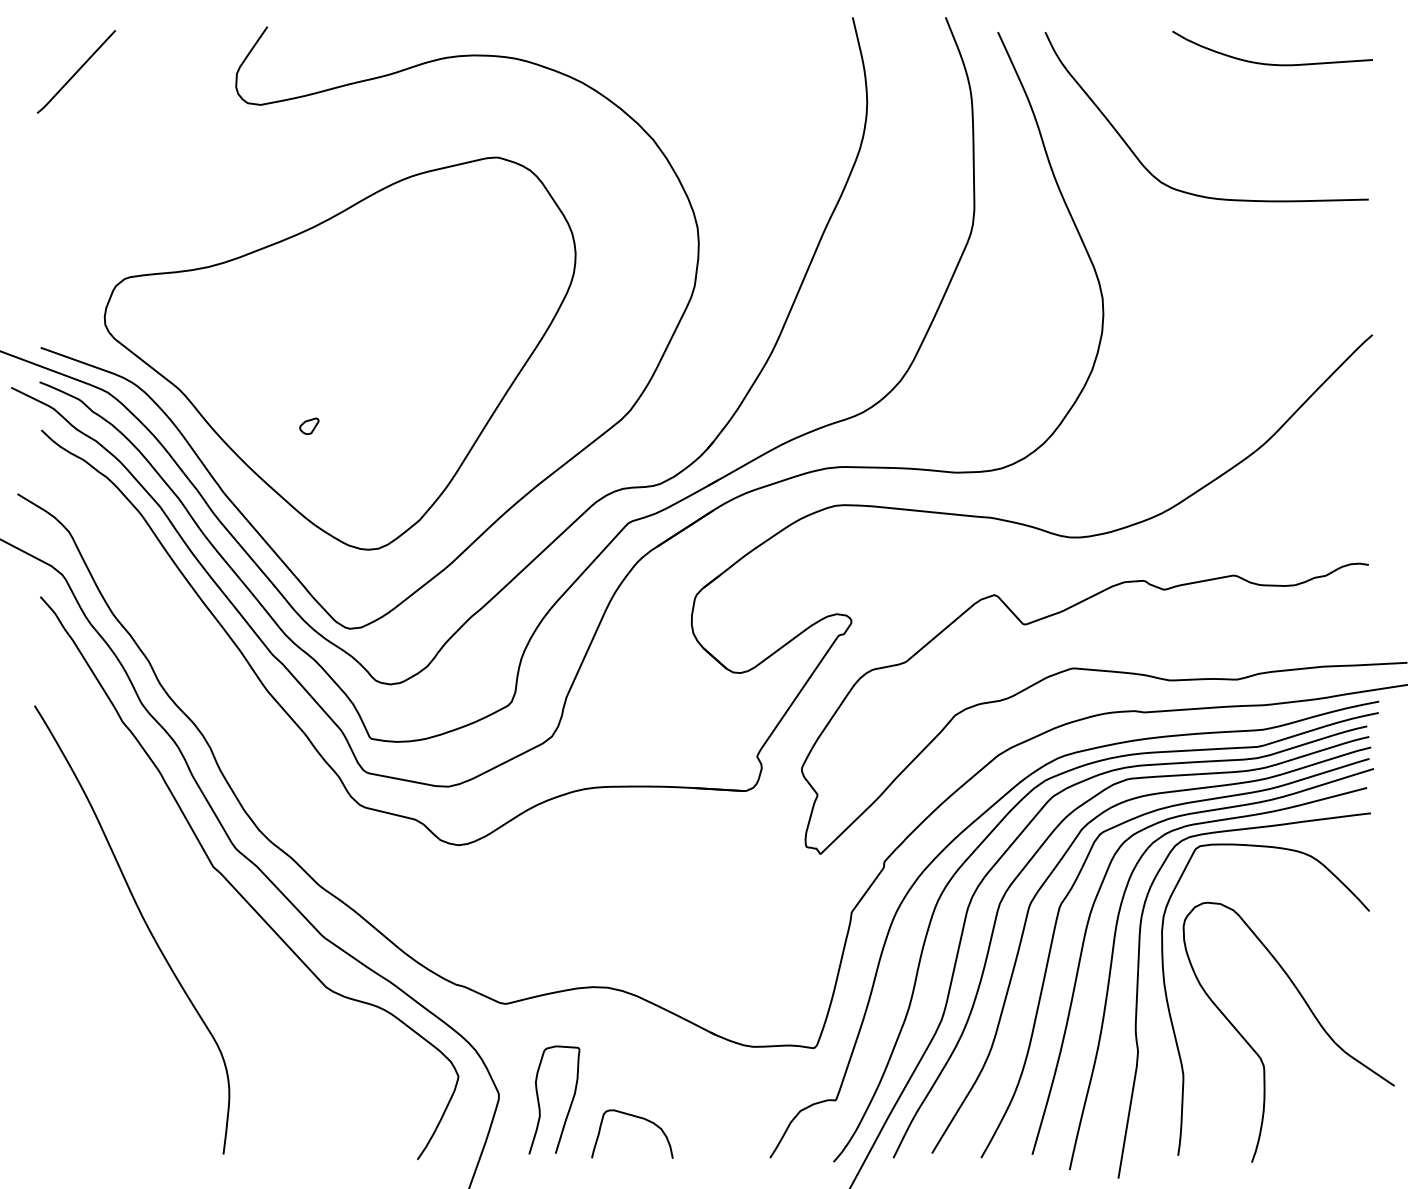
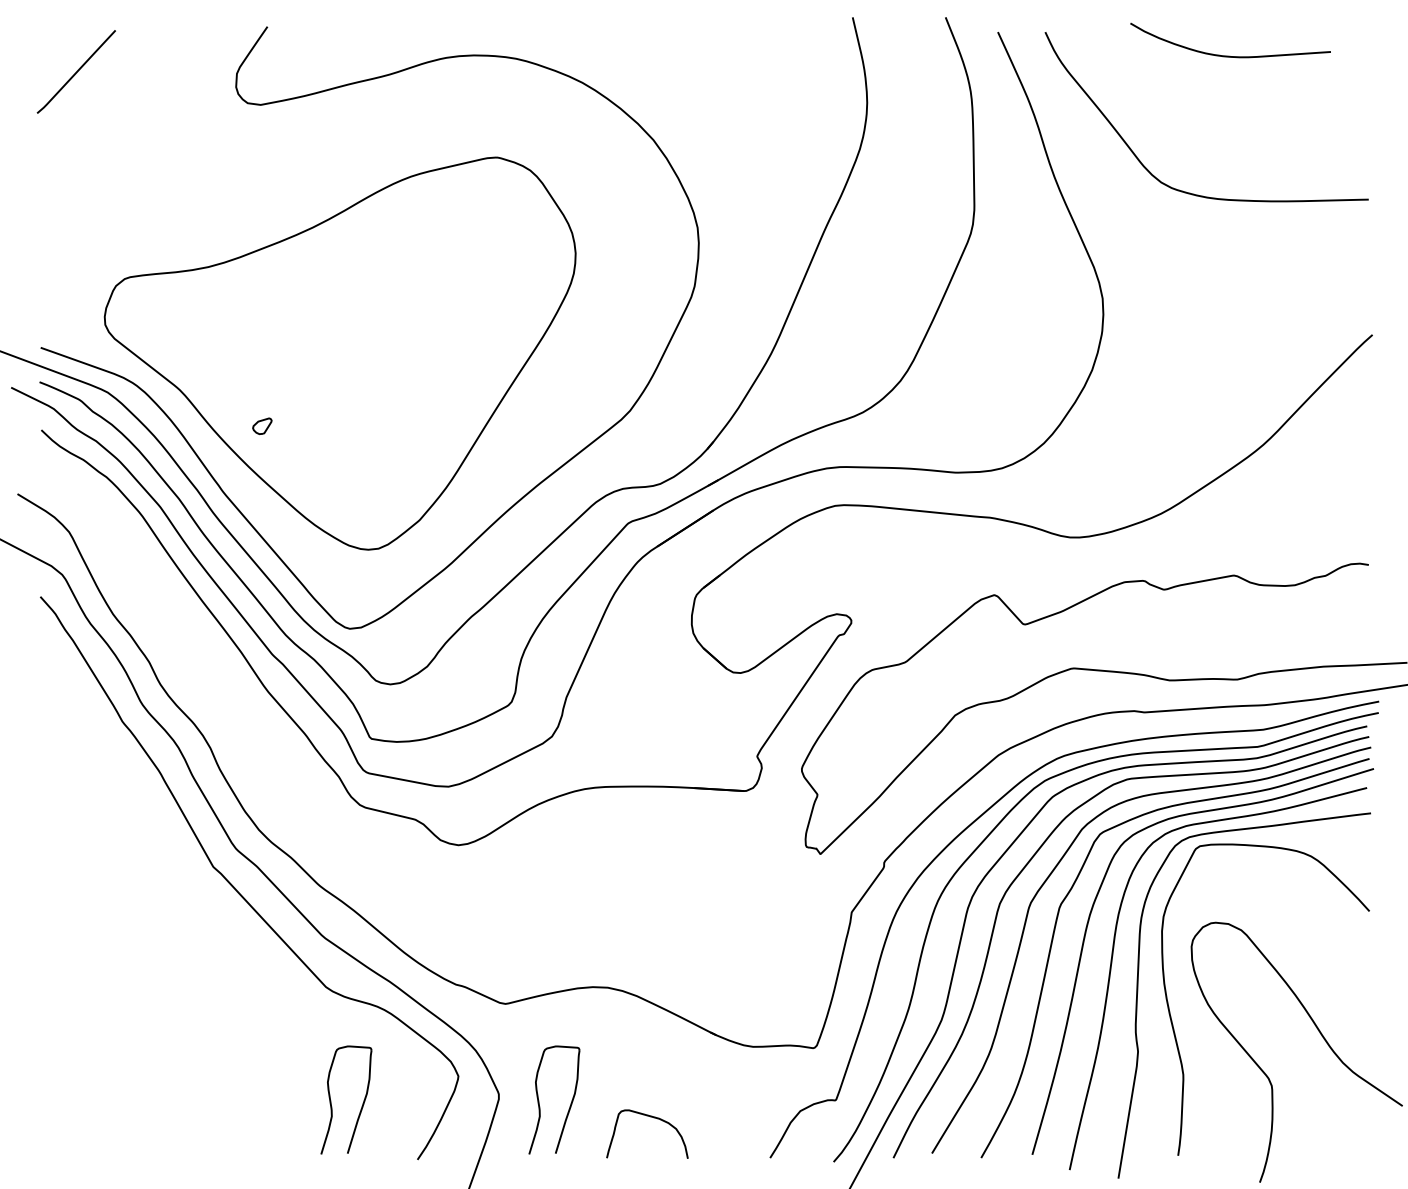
curve at (1271, 63) position: (1271, 63) -> (1229, 55)
part at (309, 425) position: (309, 425) -> (262, 425)
curve at (144, 922): present -> none
curve at (1313, 1016) position: (1313, 1016) -> (1321, 1036)
part at (331, 1100): none -> present
curve at (638, 1118) position: (638, 1118) -> (653, 1118)
